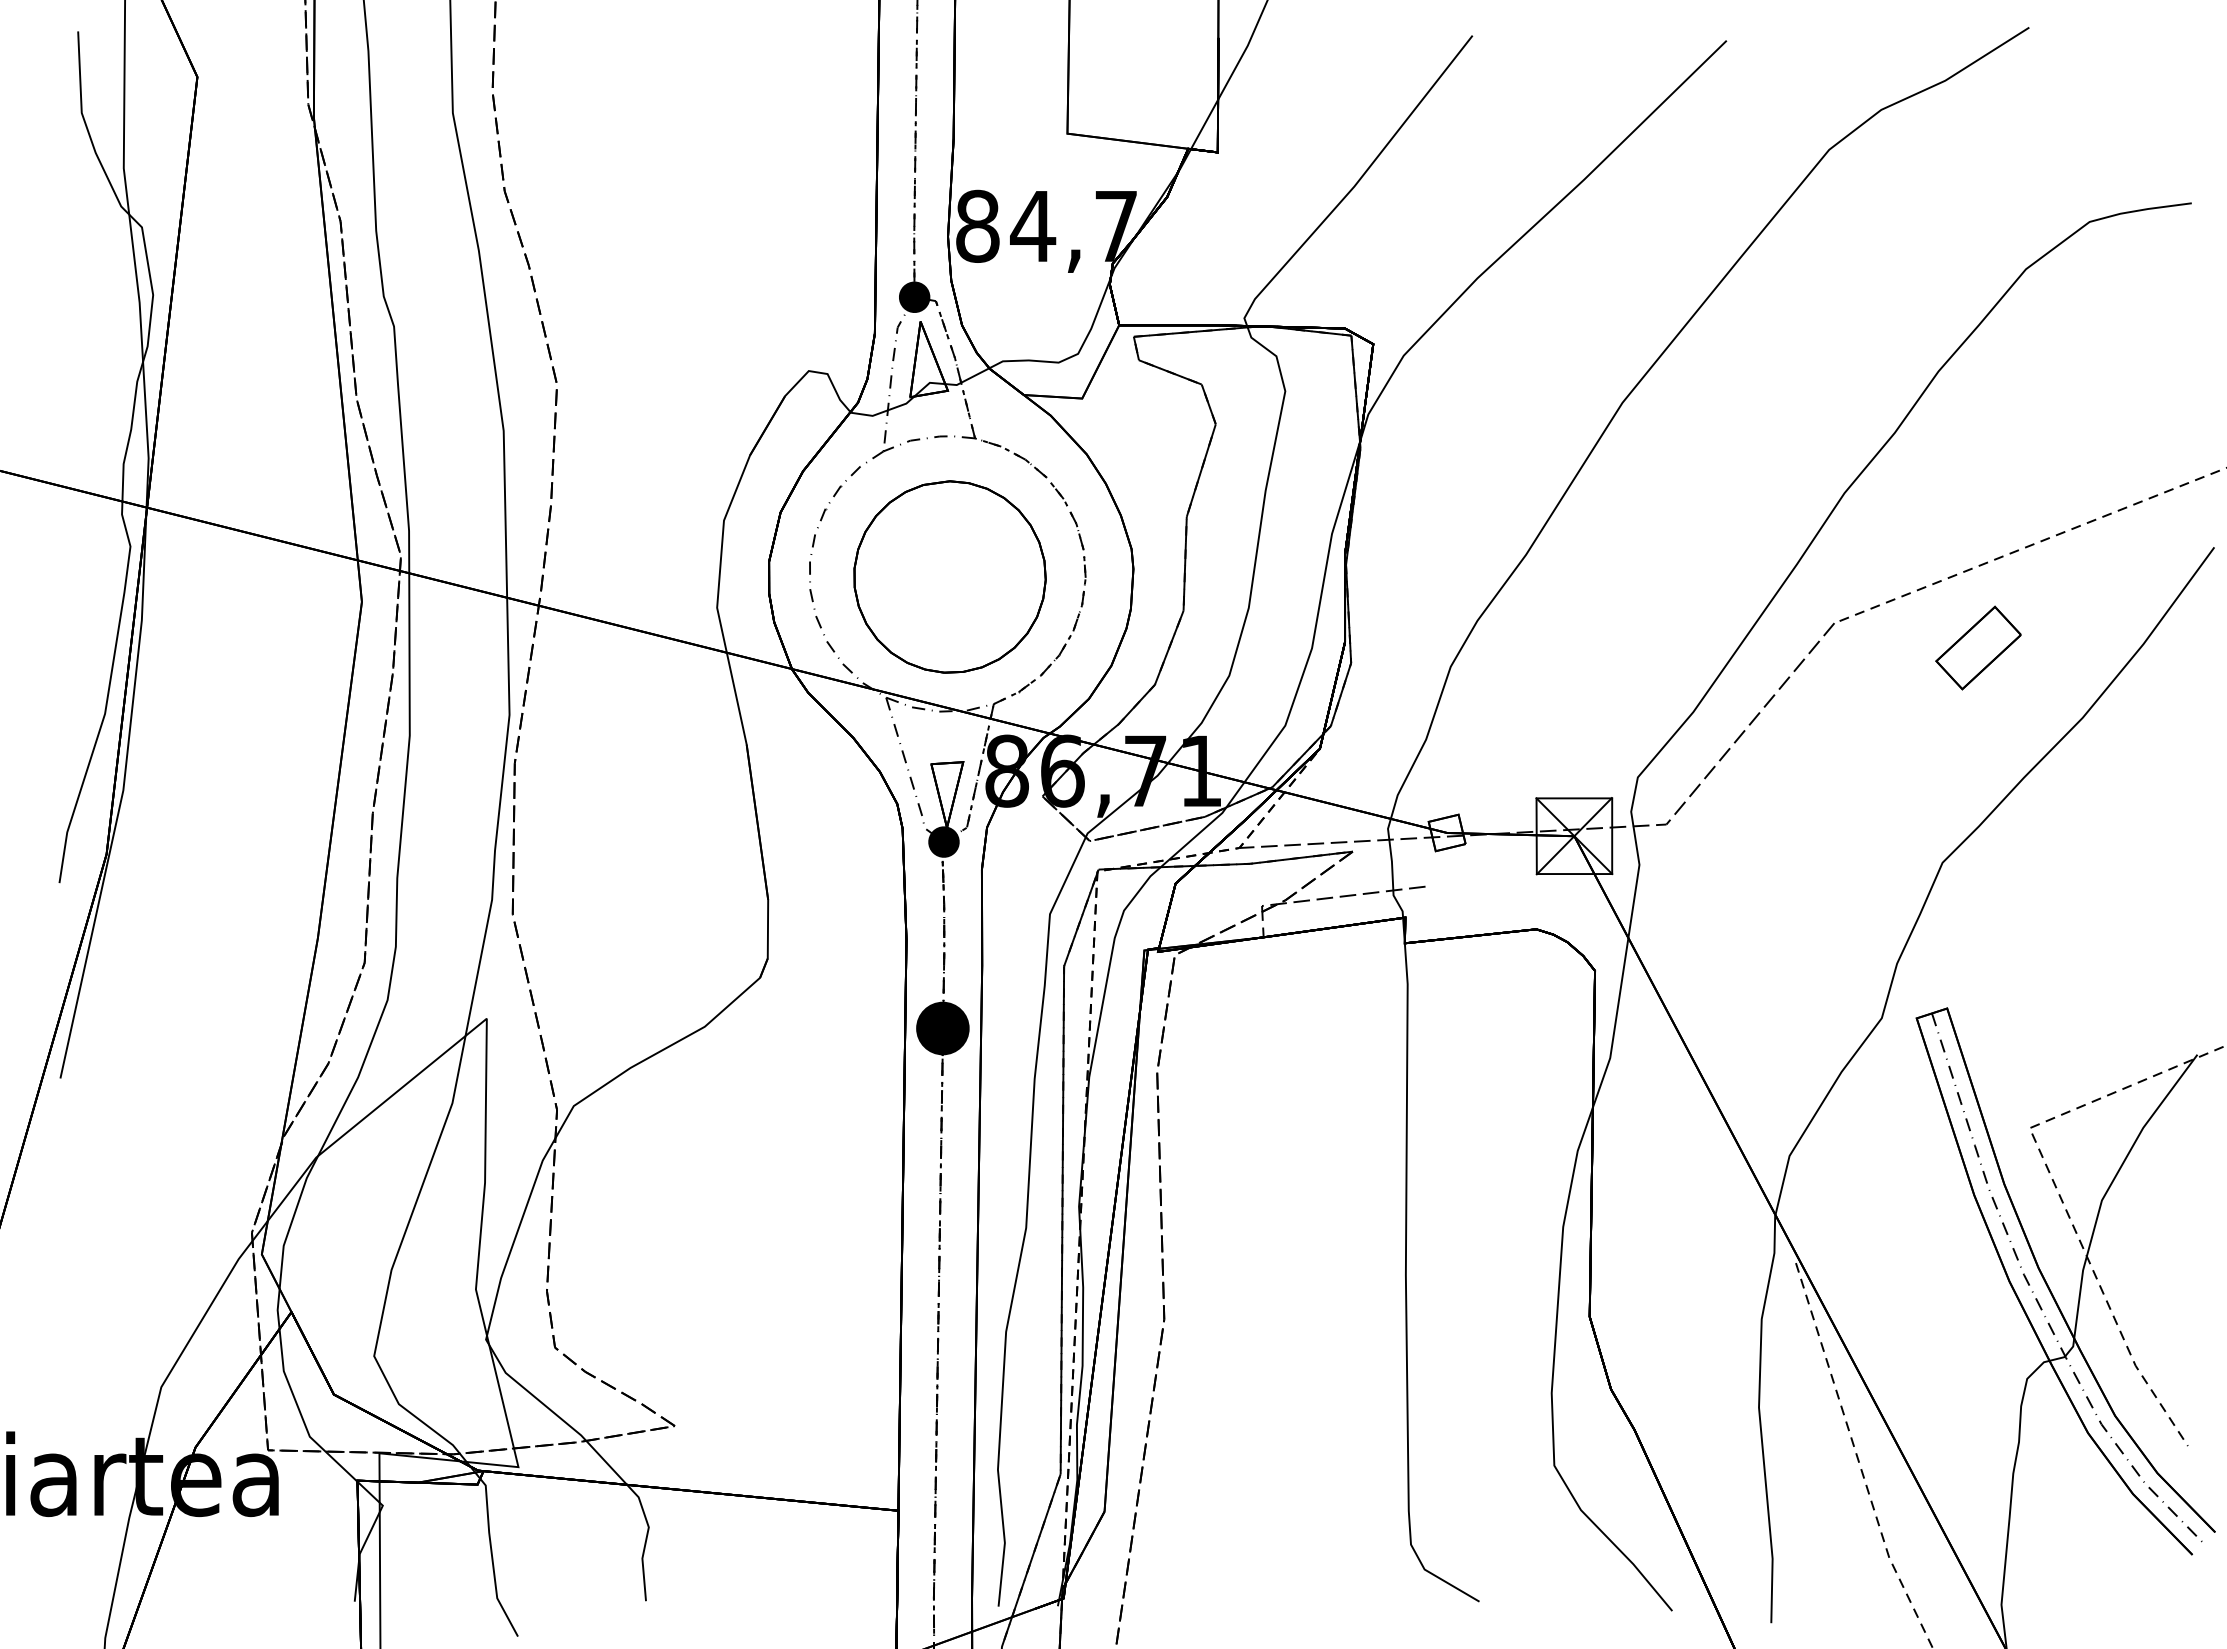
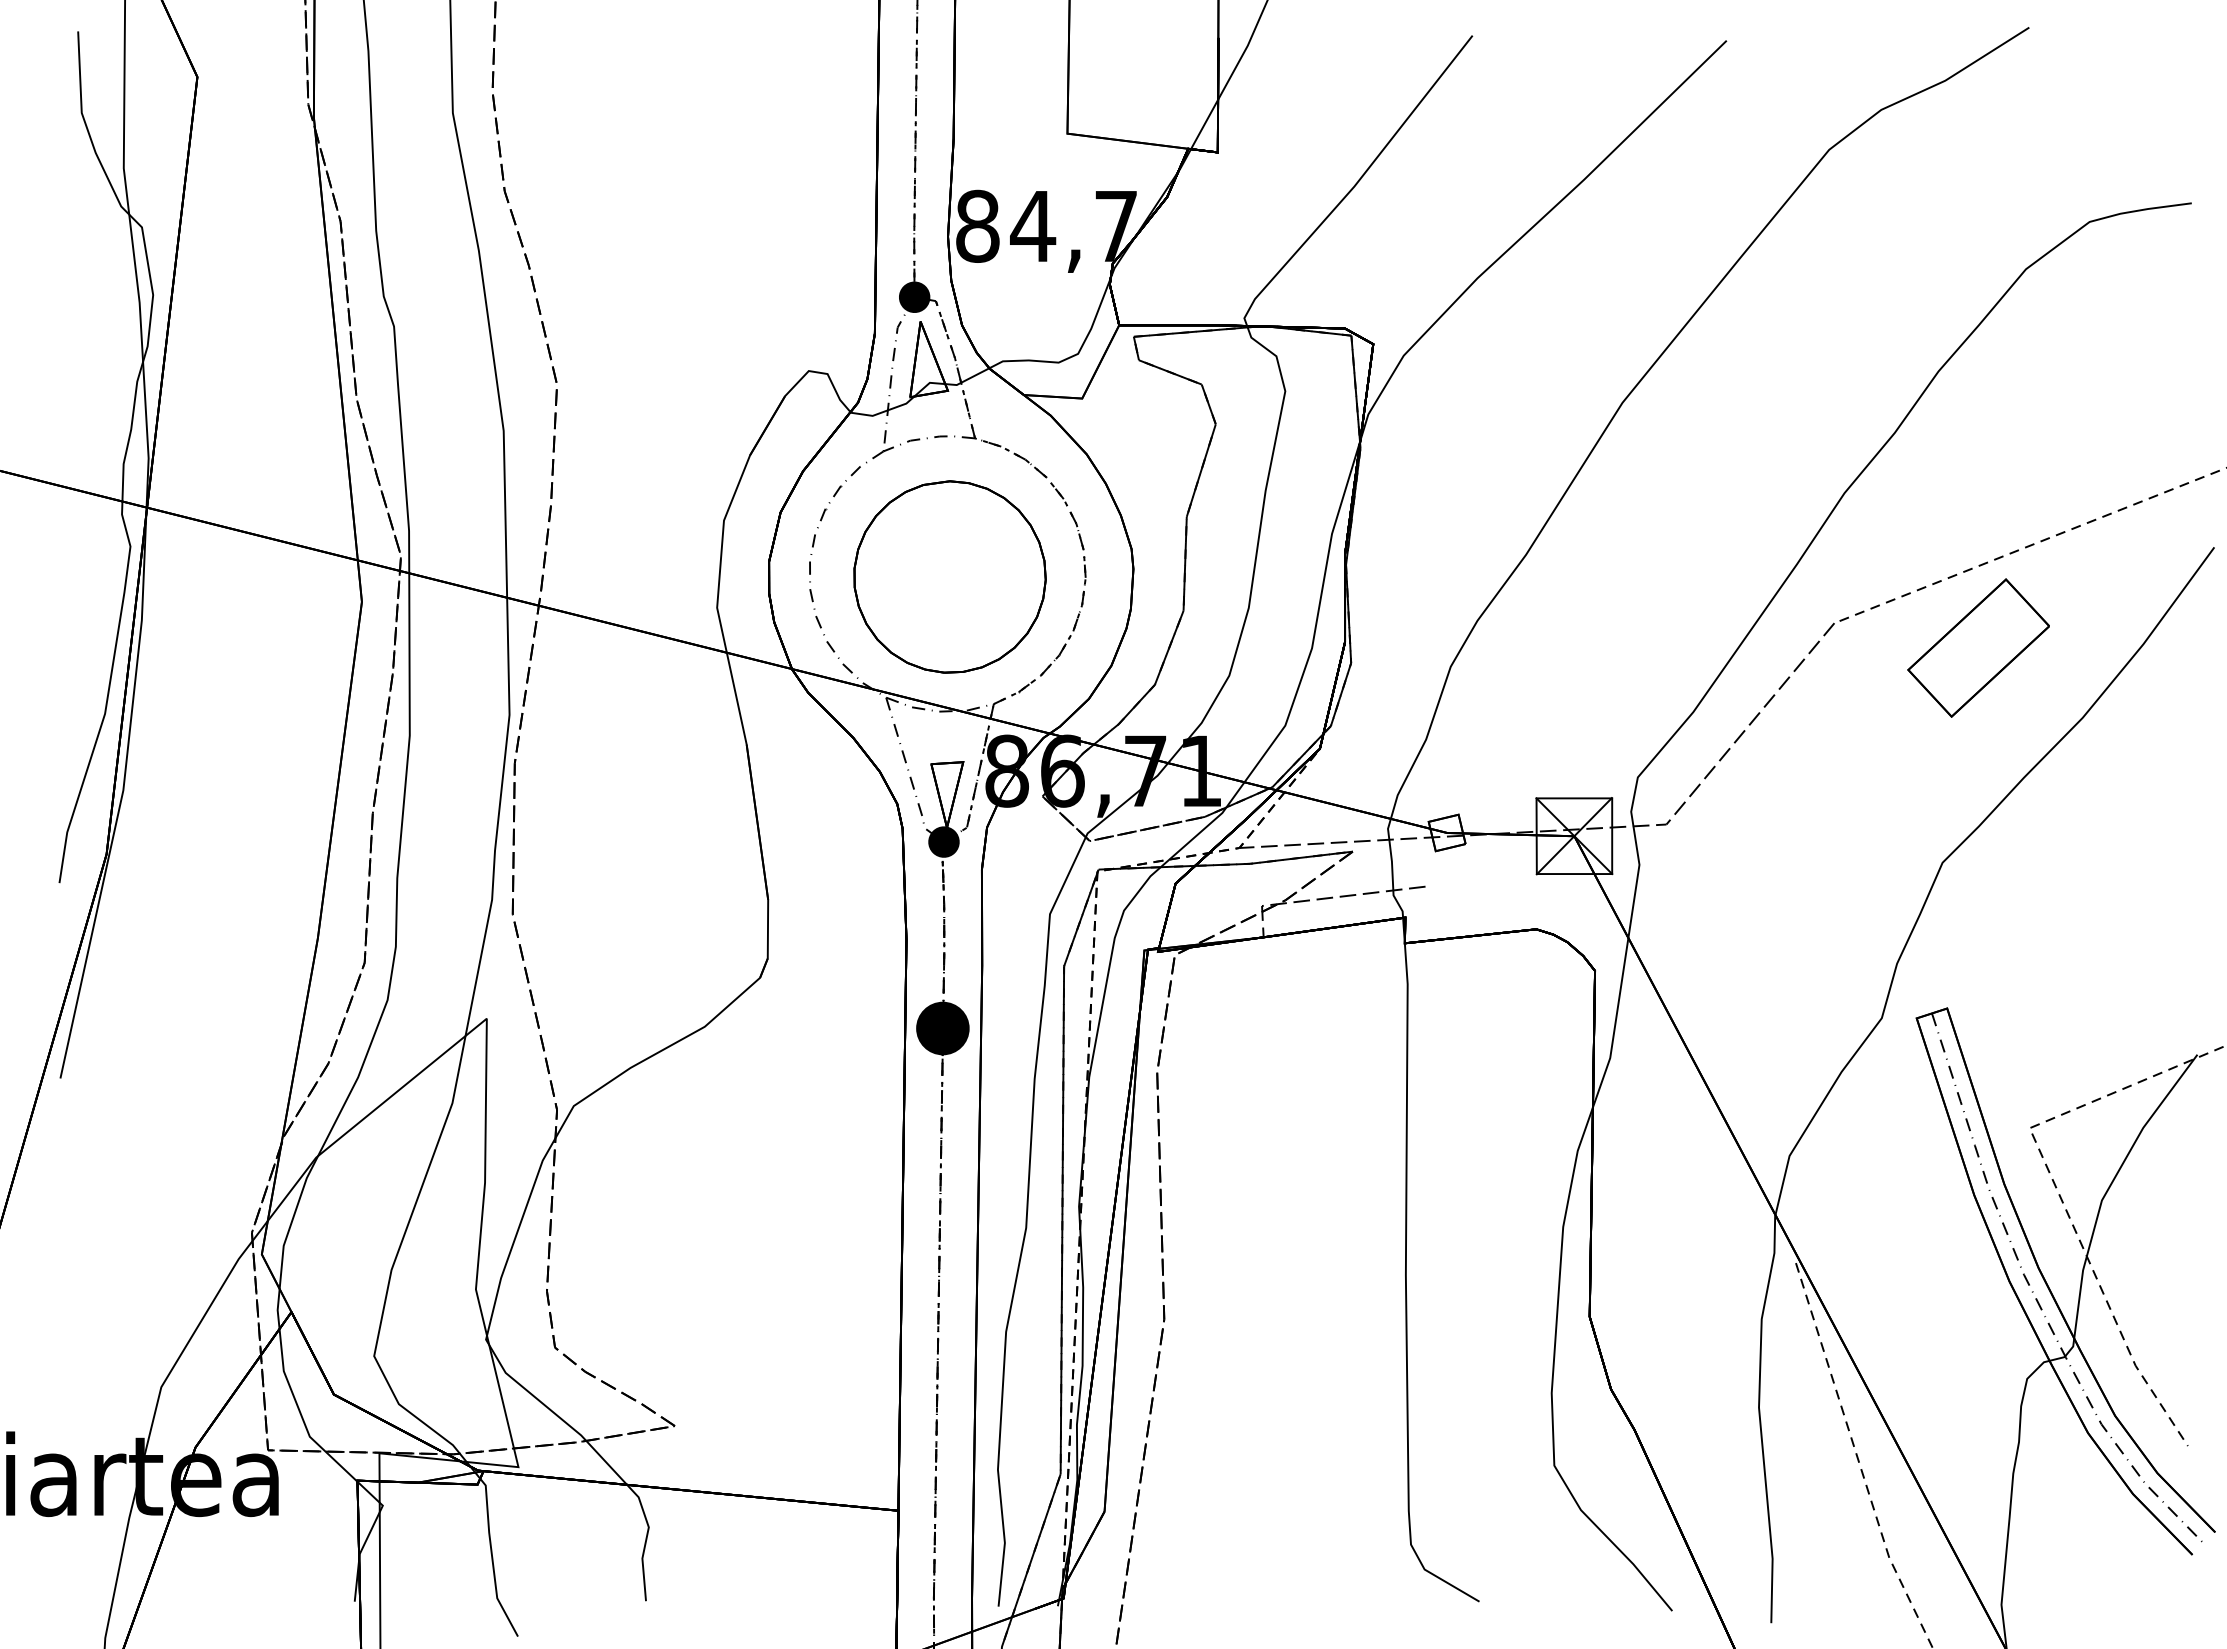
part at (1978, 647) size: 87x86 px -> 143x140 px
